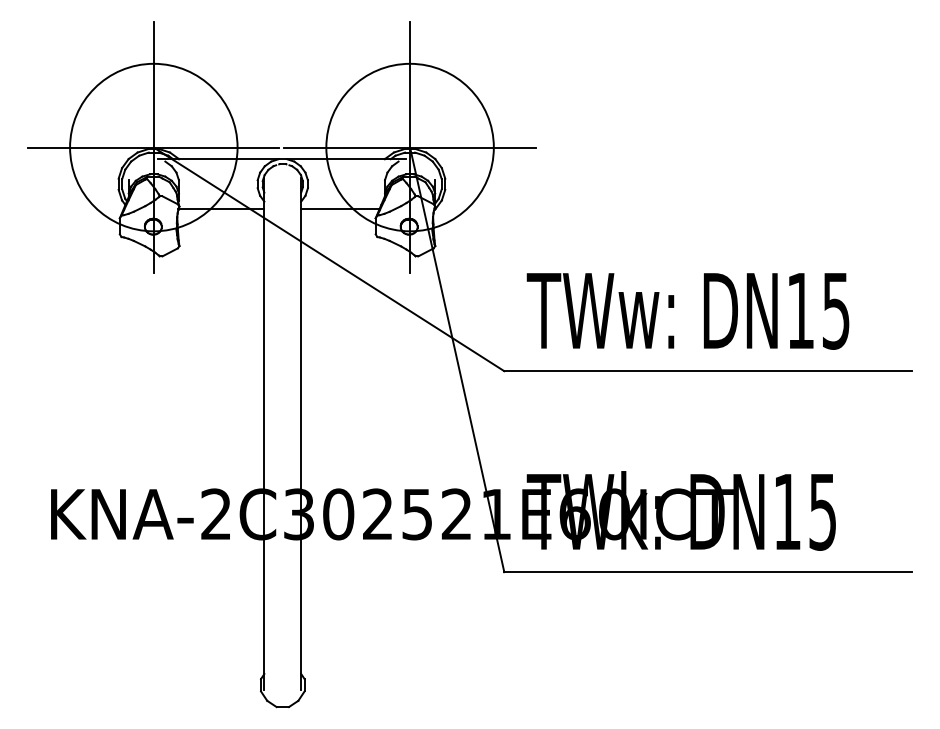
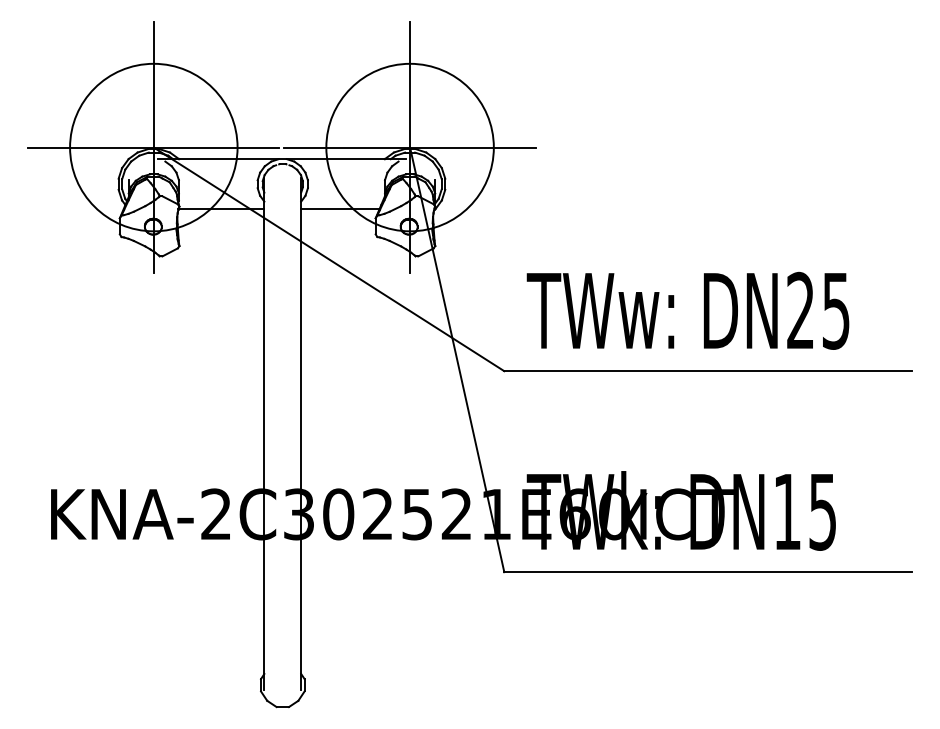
text at (800, 309): DN15 -> DN25
